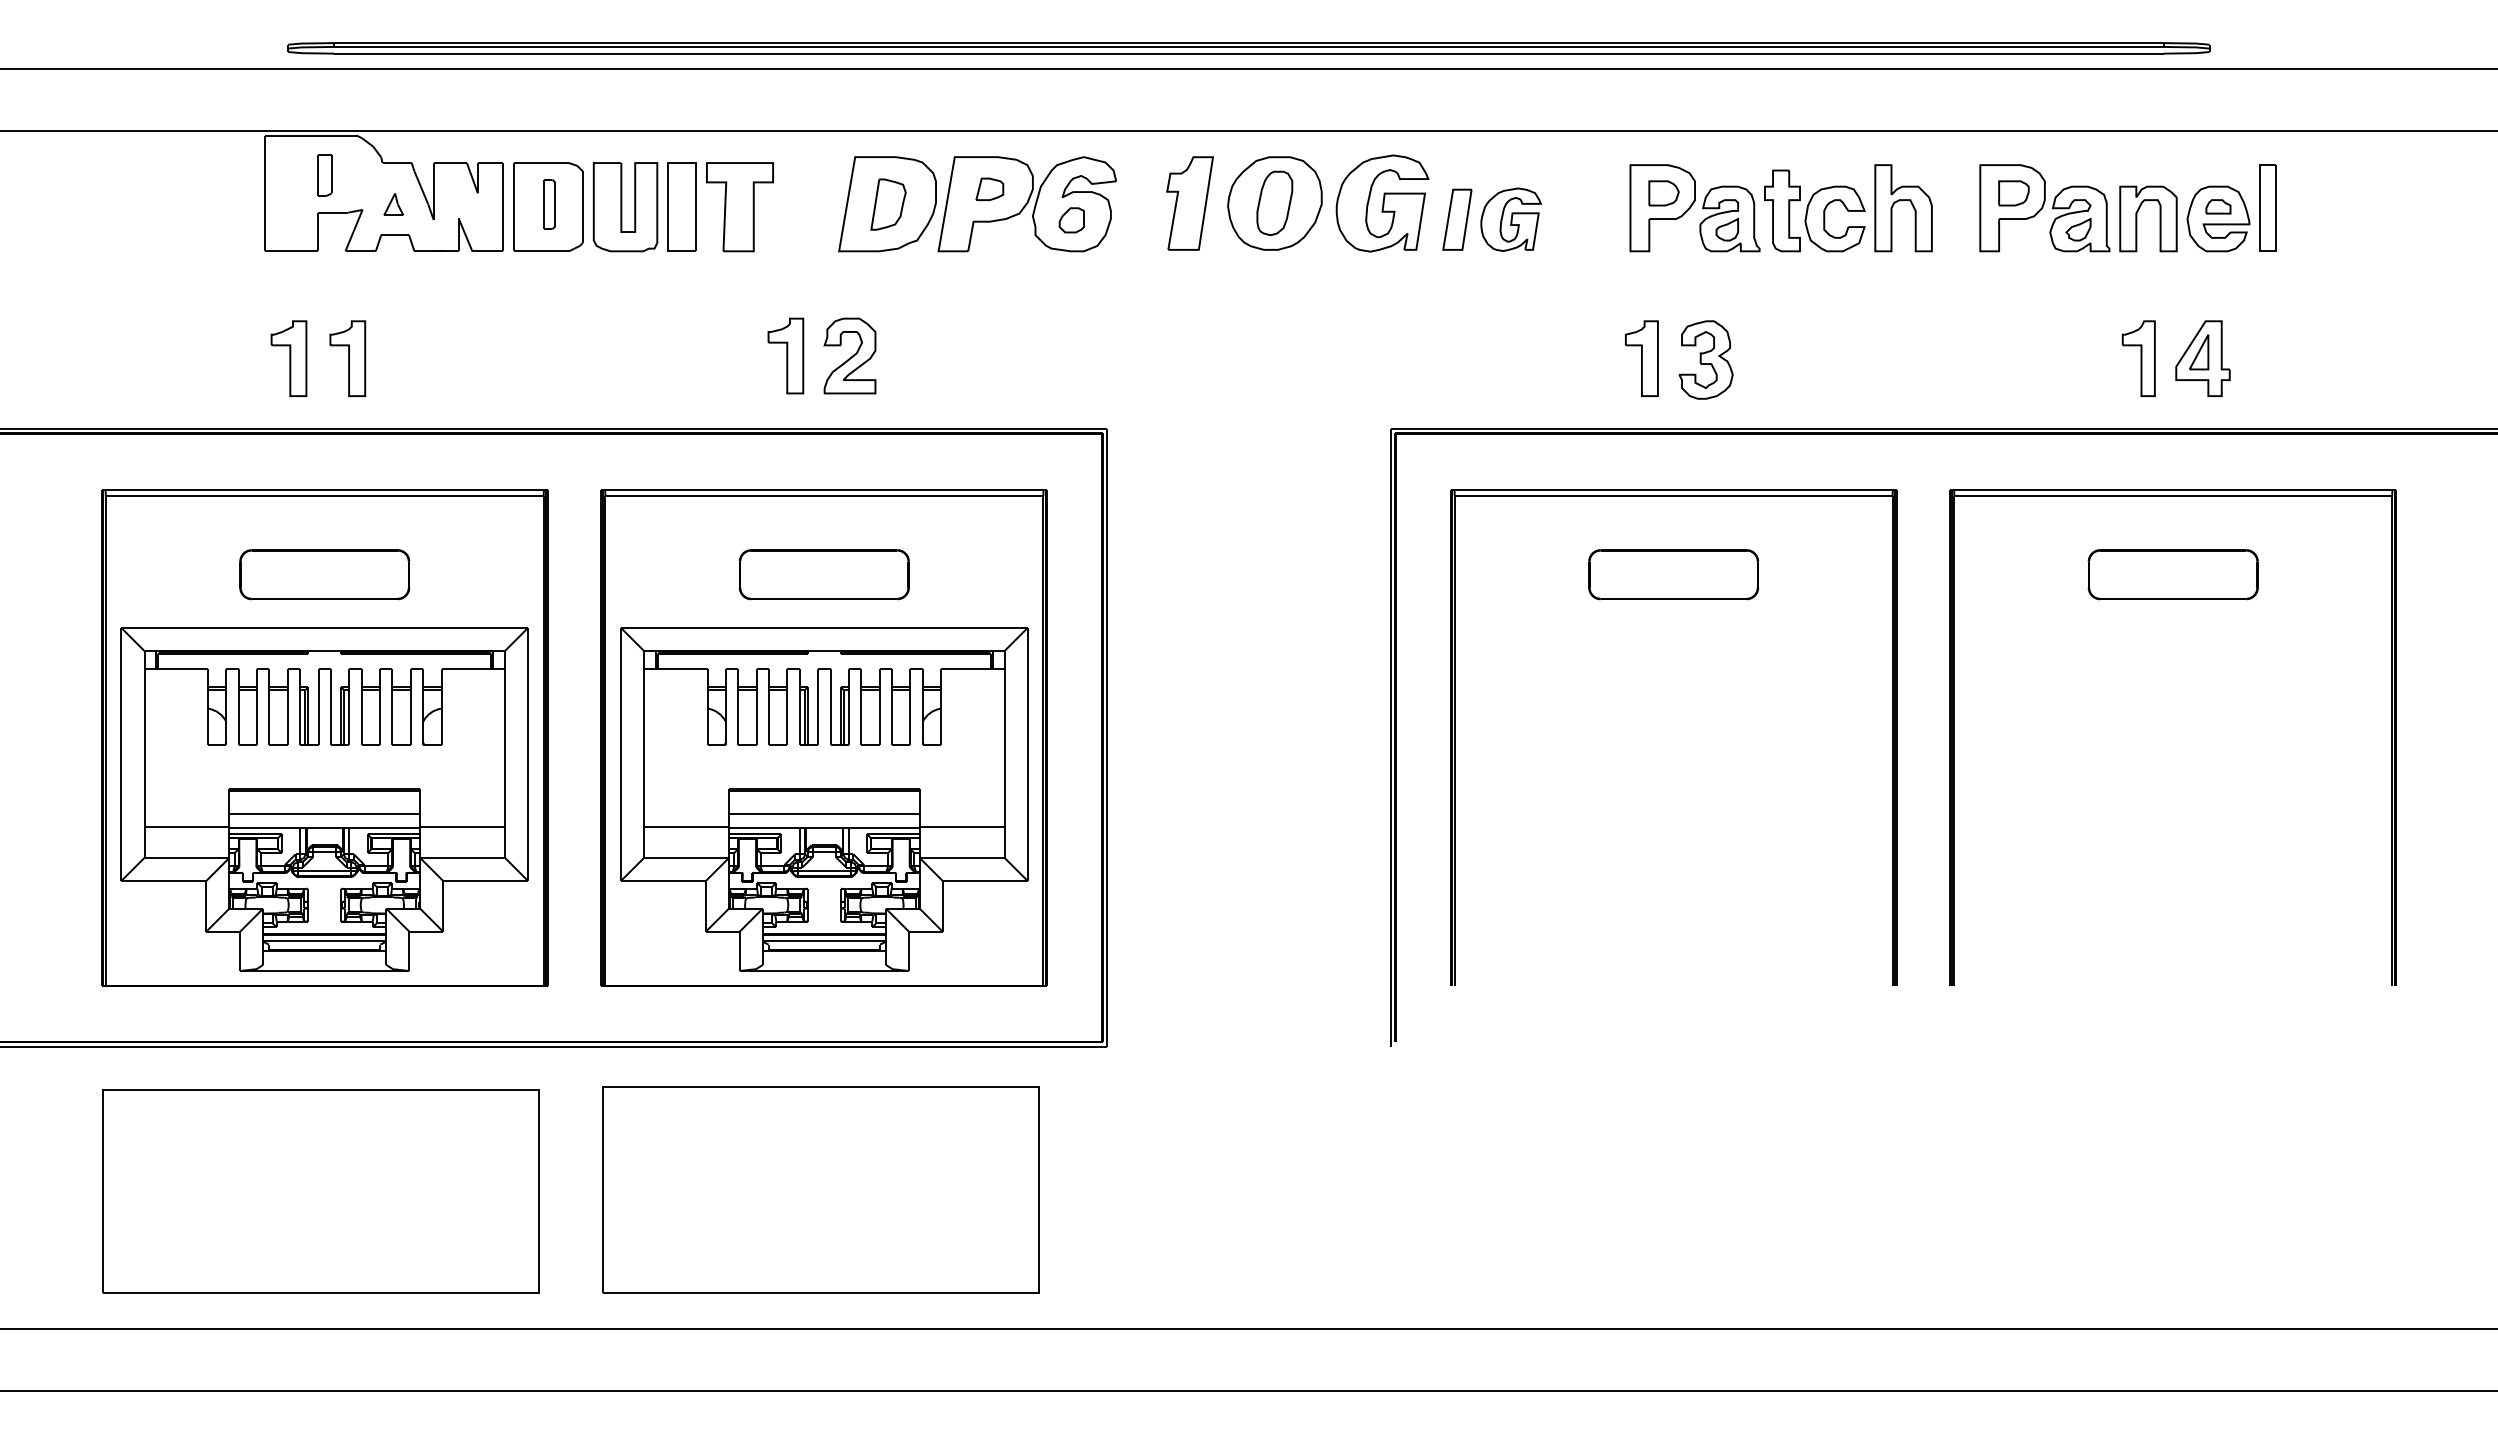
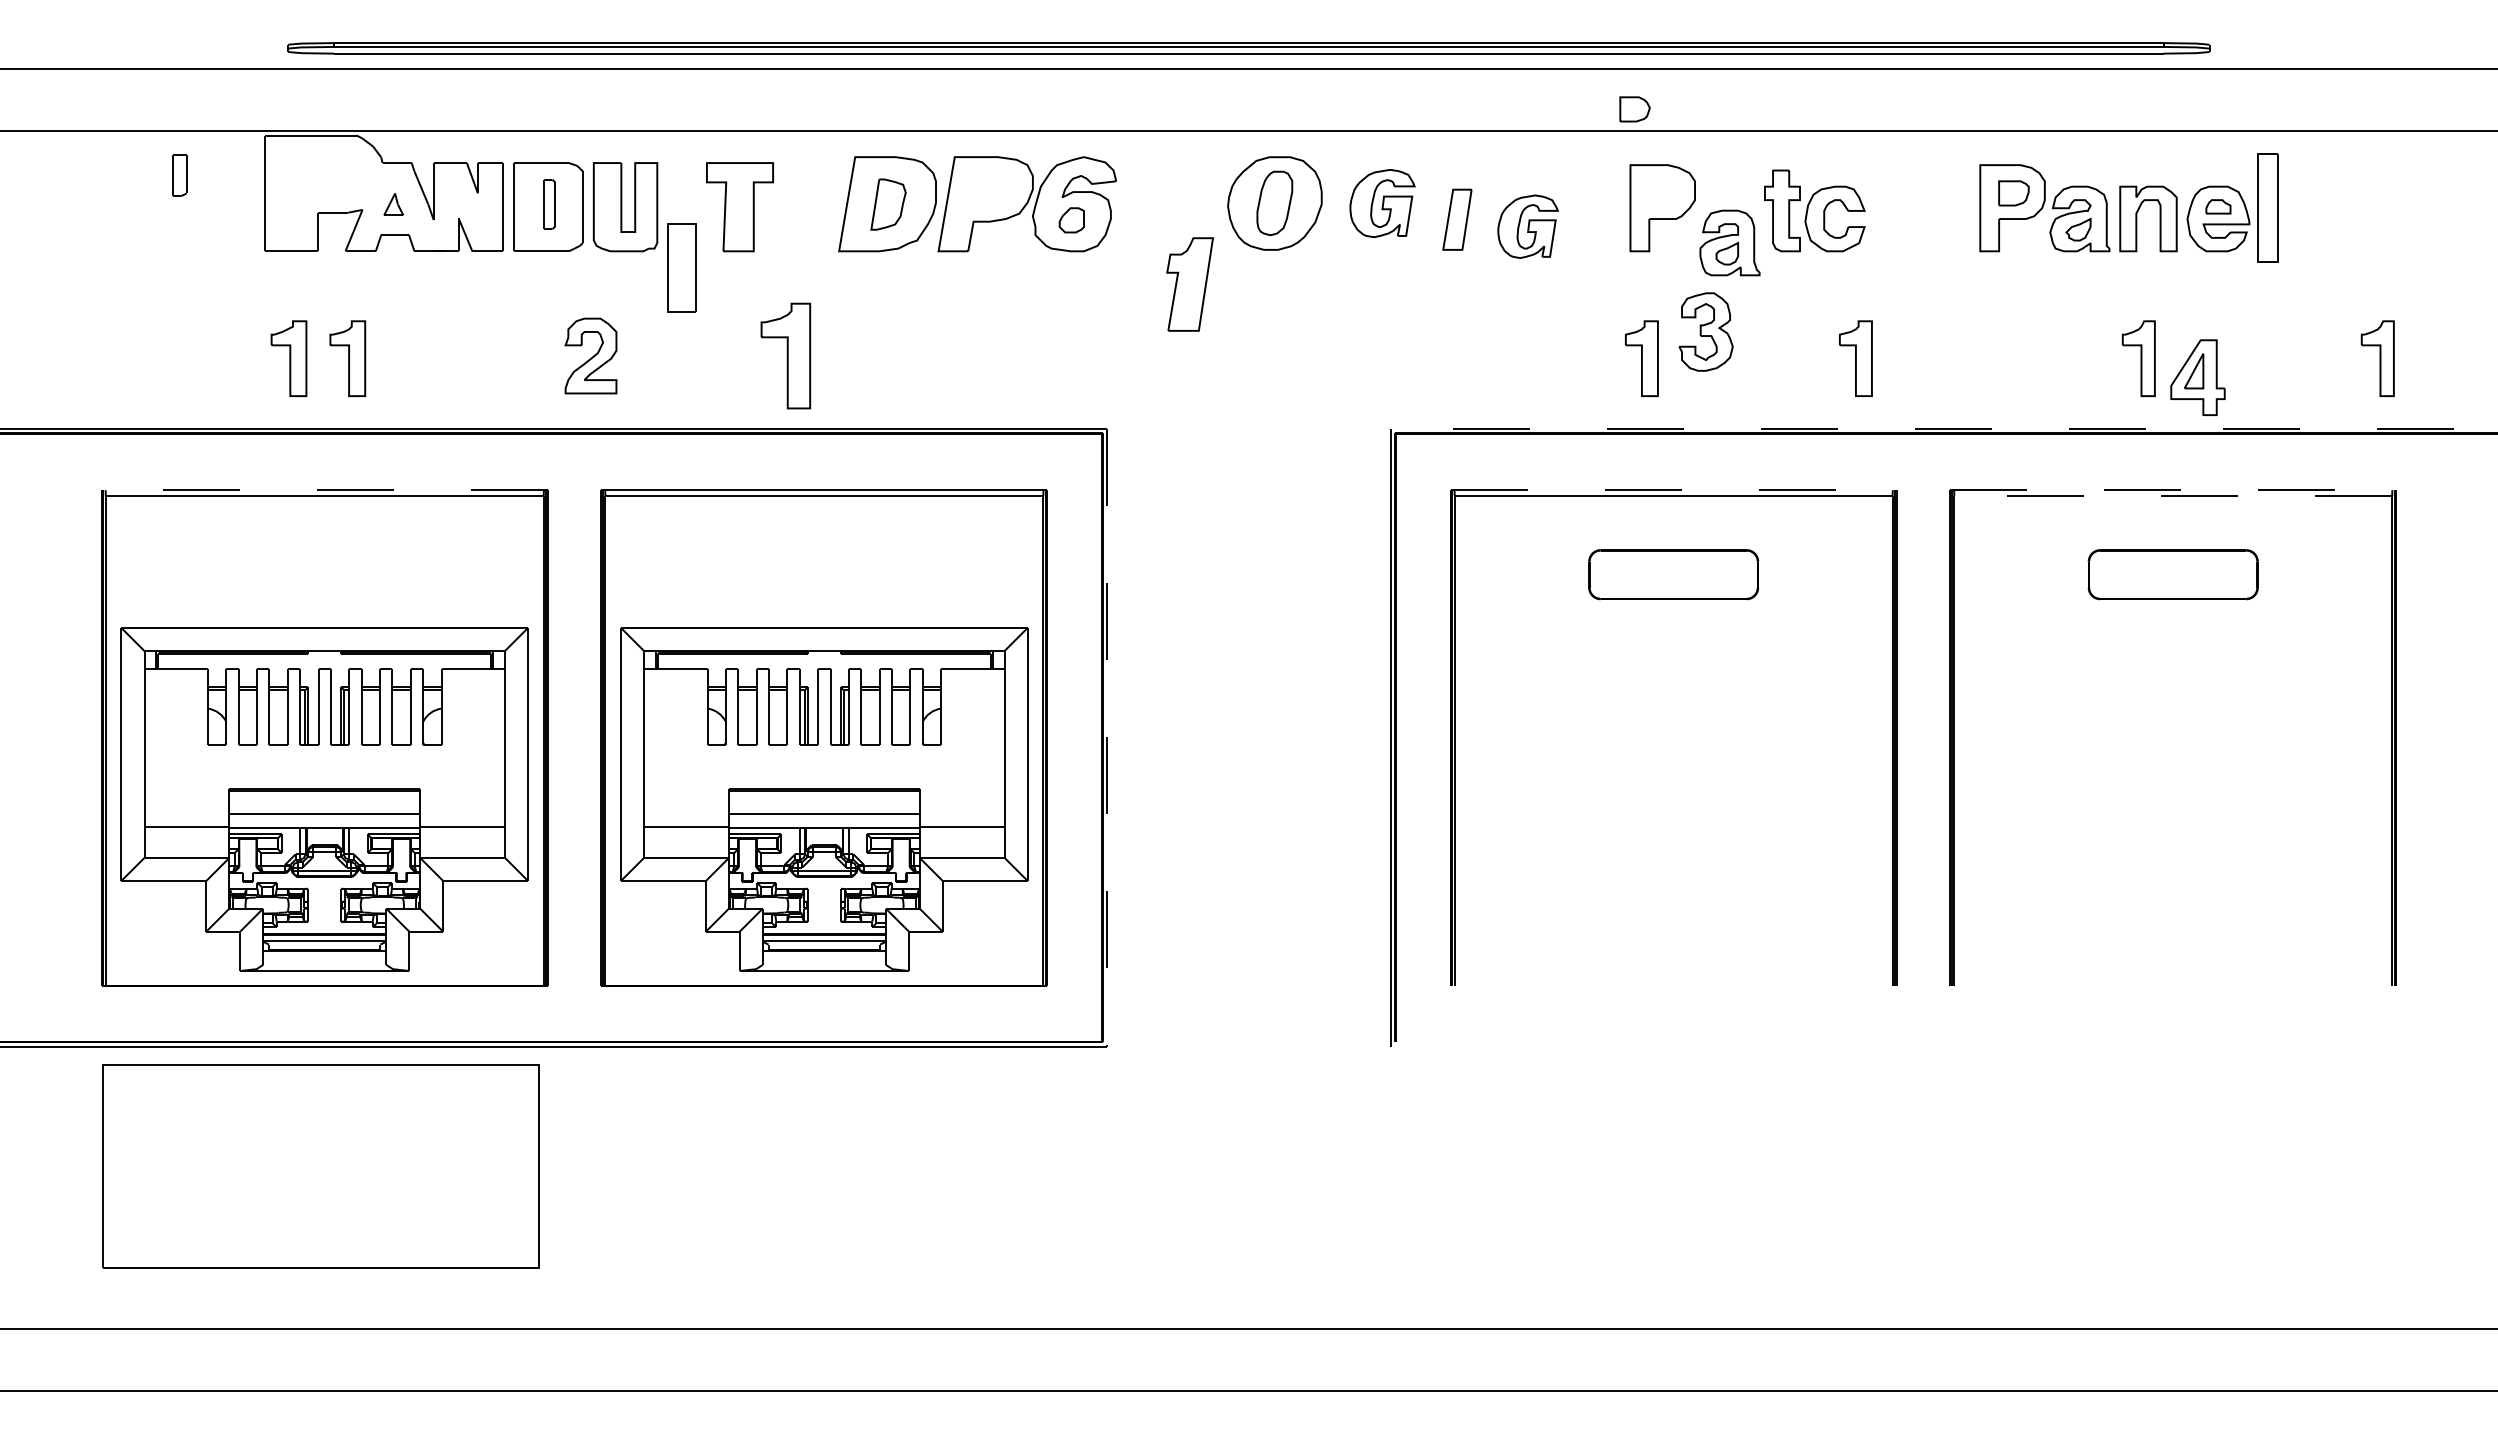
part at (324, 175) position: (324, 175) -> (179, 175)
part at (989, 188): present -> none
part at (1663, 193) position: (1663, 193) -> (1634, 109)
part at (1903, 200): present -> none
part at (1189, 203) position: (1189, 203) -> (1189, 284)
part at (1382, 203) size: 95x99 px -> 67x70 px
part at (681, 206) position: (681, 206) -> (681, 267)
part at (2267, 207) size: 18x88 px -> 22x110 px
part at (1729, 218) position: (1729, 218) -> (1729, 242)
part at (1511, 219) position: (1511, 219) -> (1528, 226)
part at (785, 355) size: 38x78 px -> 52x108 px
part at (849, 355) position: (849, 355) -> (590, 355)
part at (1855, 358): none -> present
part at (2202, 358) position: (2202, 358) -> (2197, 377)
part at (2377, 358): none -> present
part at (1705, 359) position: (1705, 359) -> (1705, 331)
line at (1943, 428): solid -> dashed
line at (324, 490): solid -> dashed
line at (1673, 490): solid -> dashed
line at (2173, 490): solid -> dashed
line at (2173, 496): solid -> dashed
part at (324, 574): present -> none
part at (823, 574): present -> none
line at (1107, 737): solid -> dashed
part at (820, 1189): present -> none
part at (320, 1191) position: (320, 1191) -> (320, 1166)
